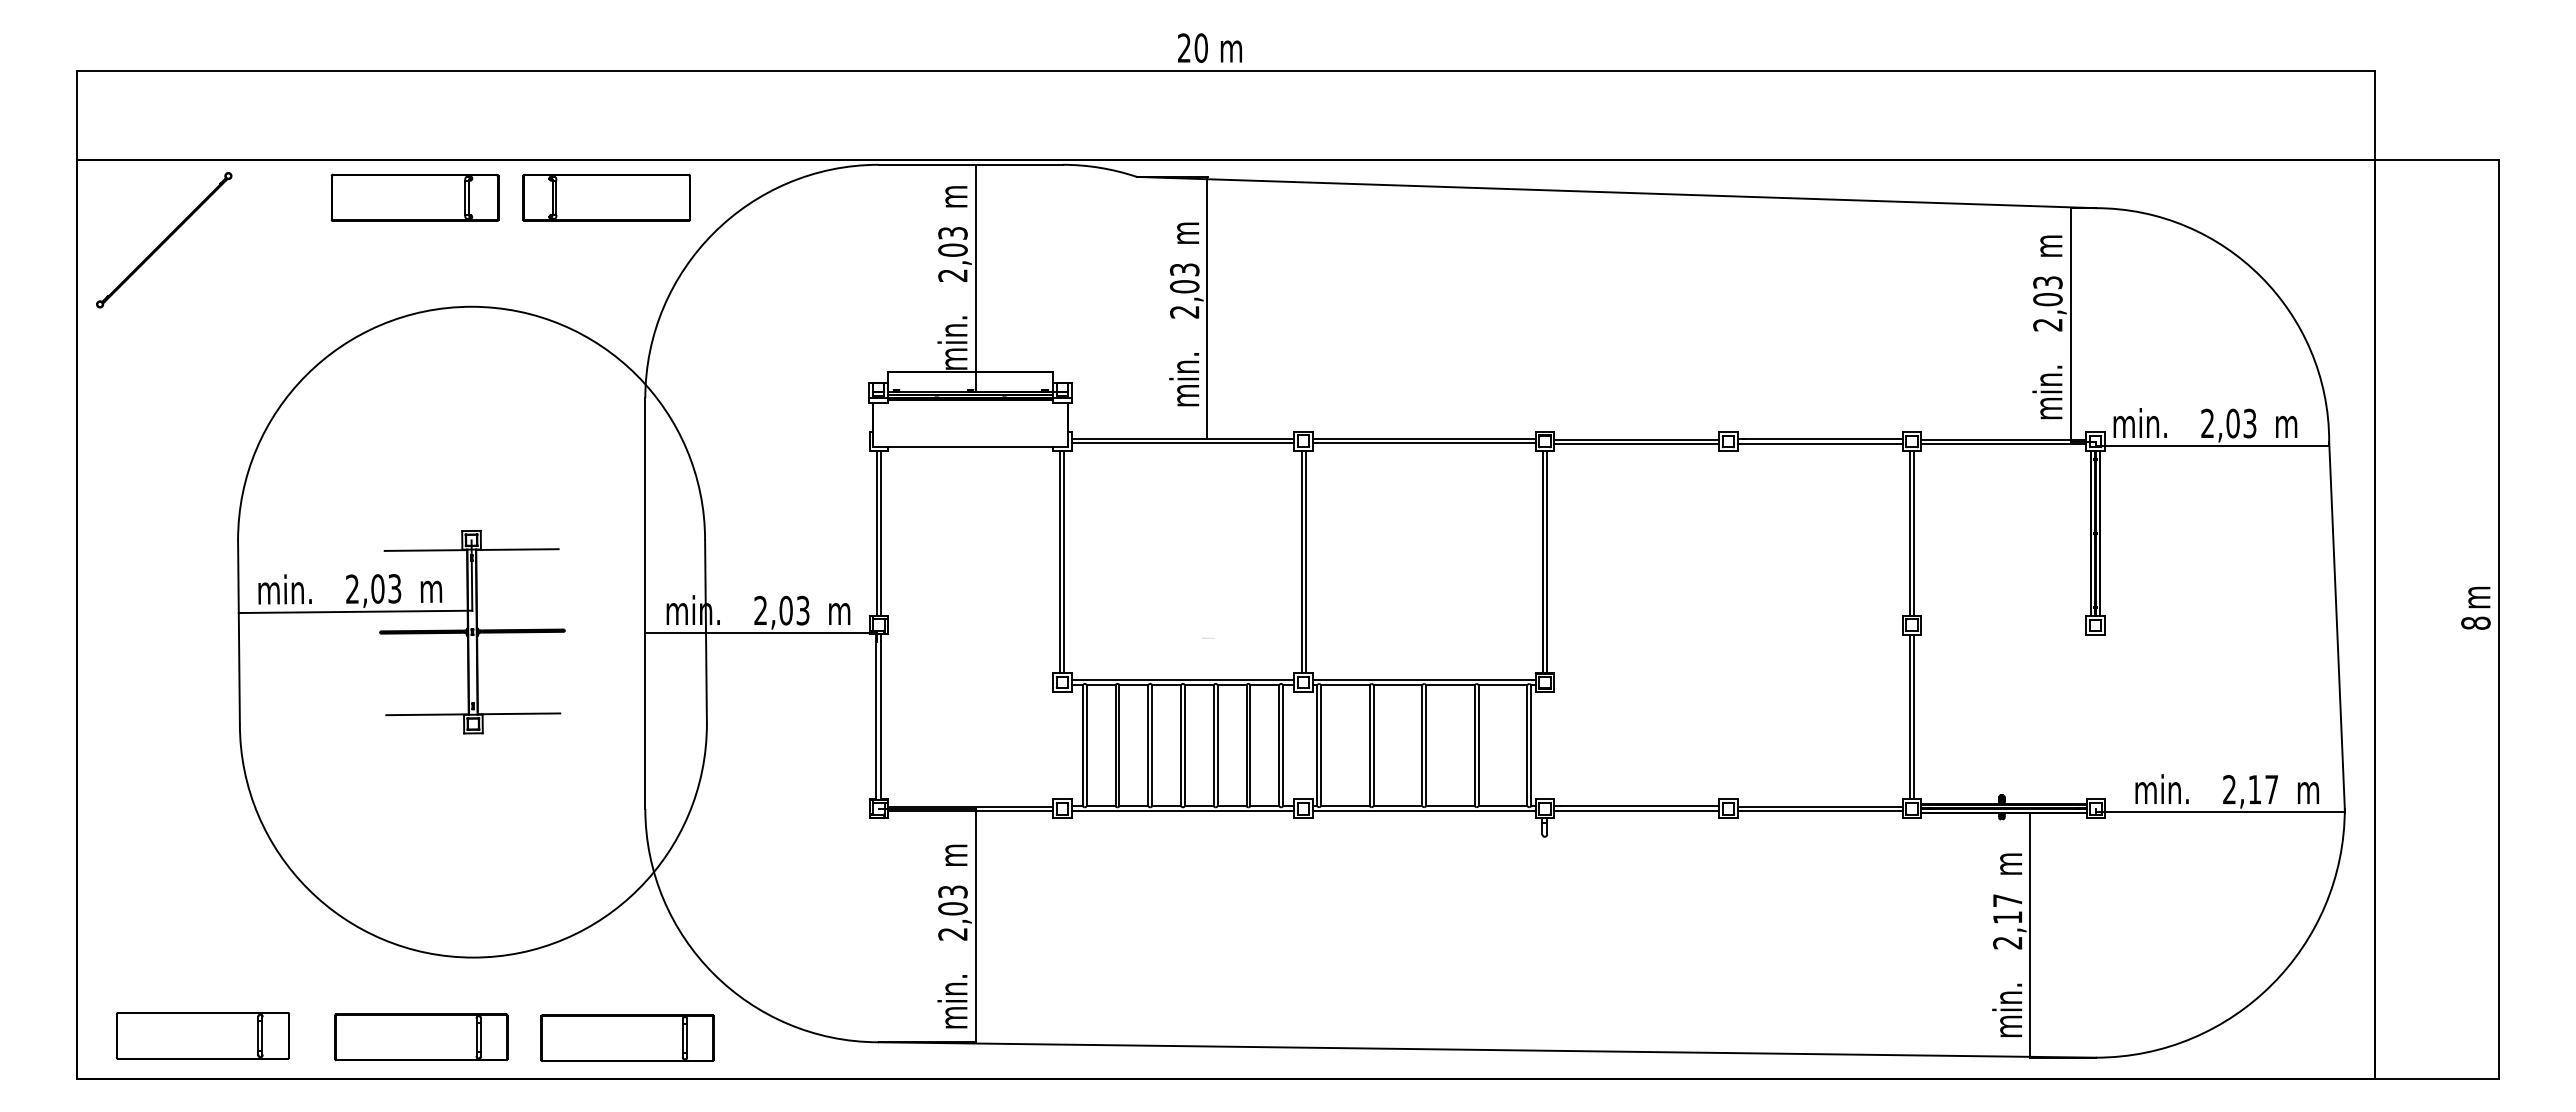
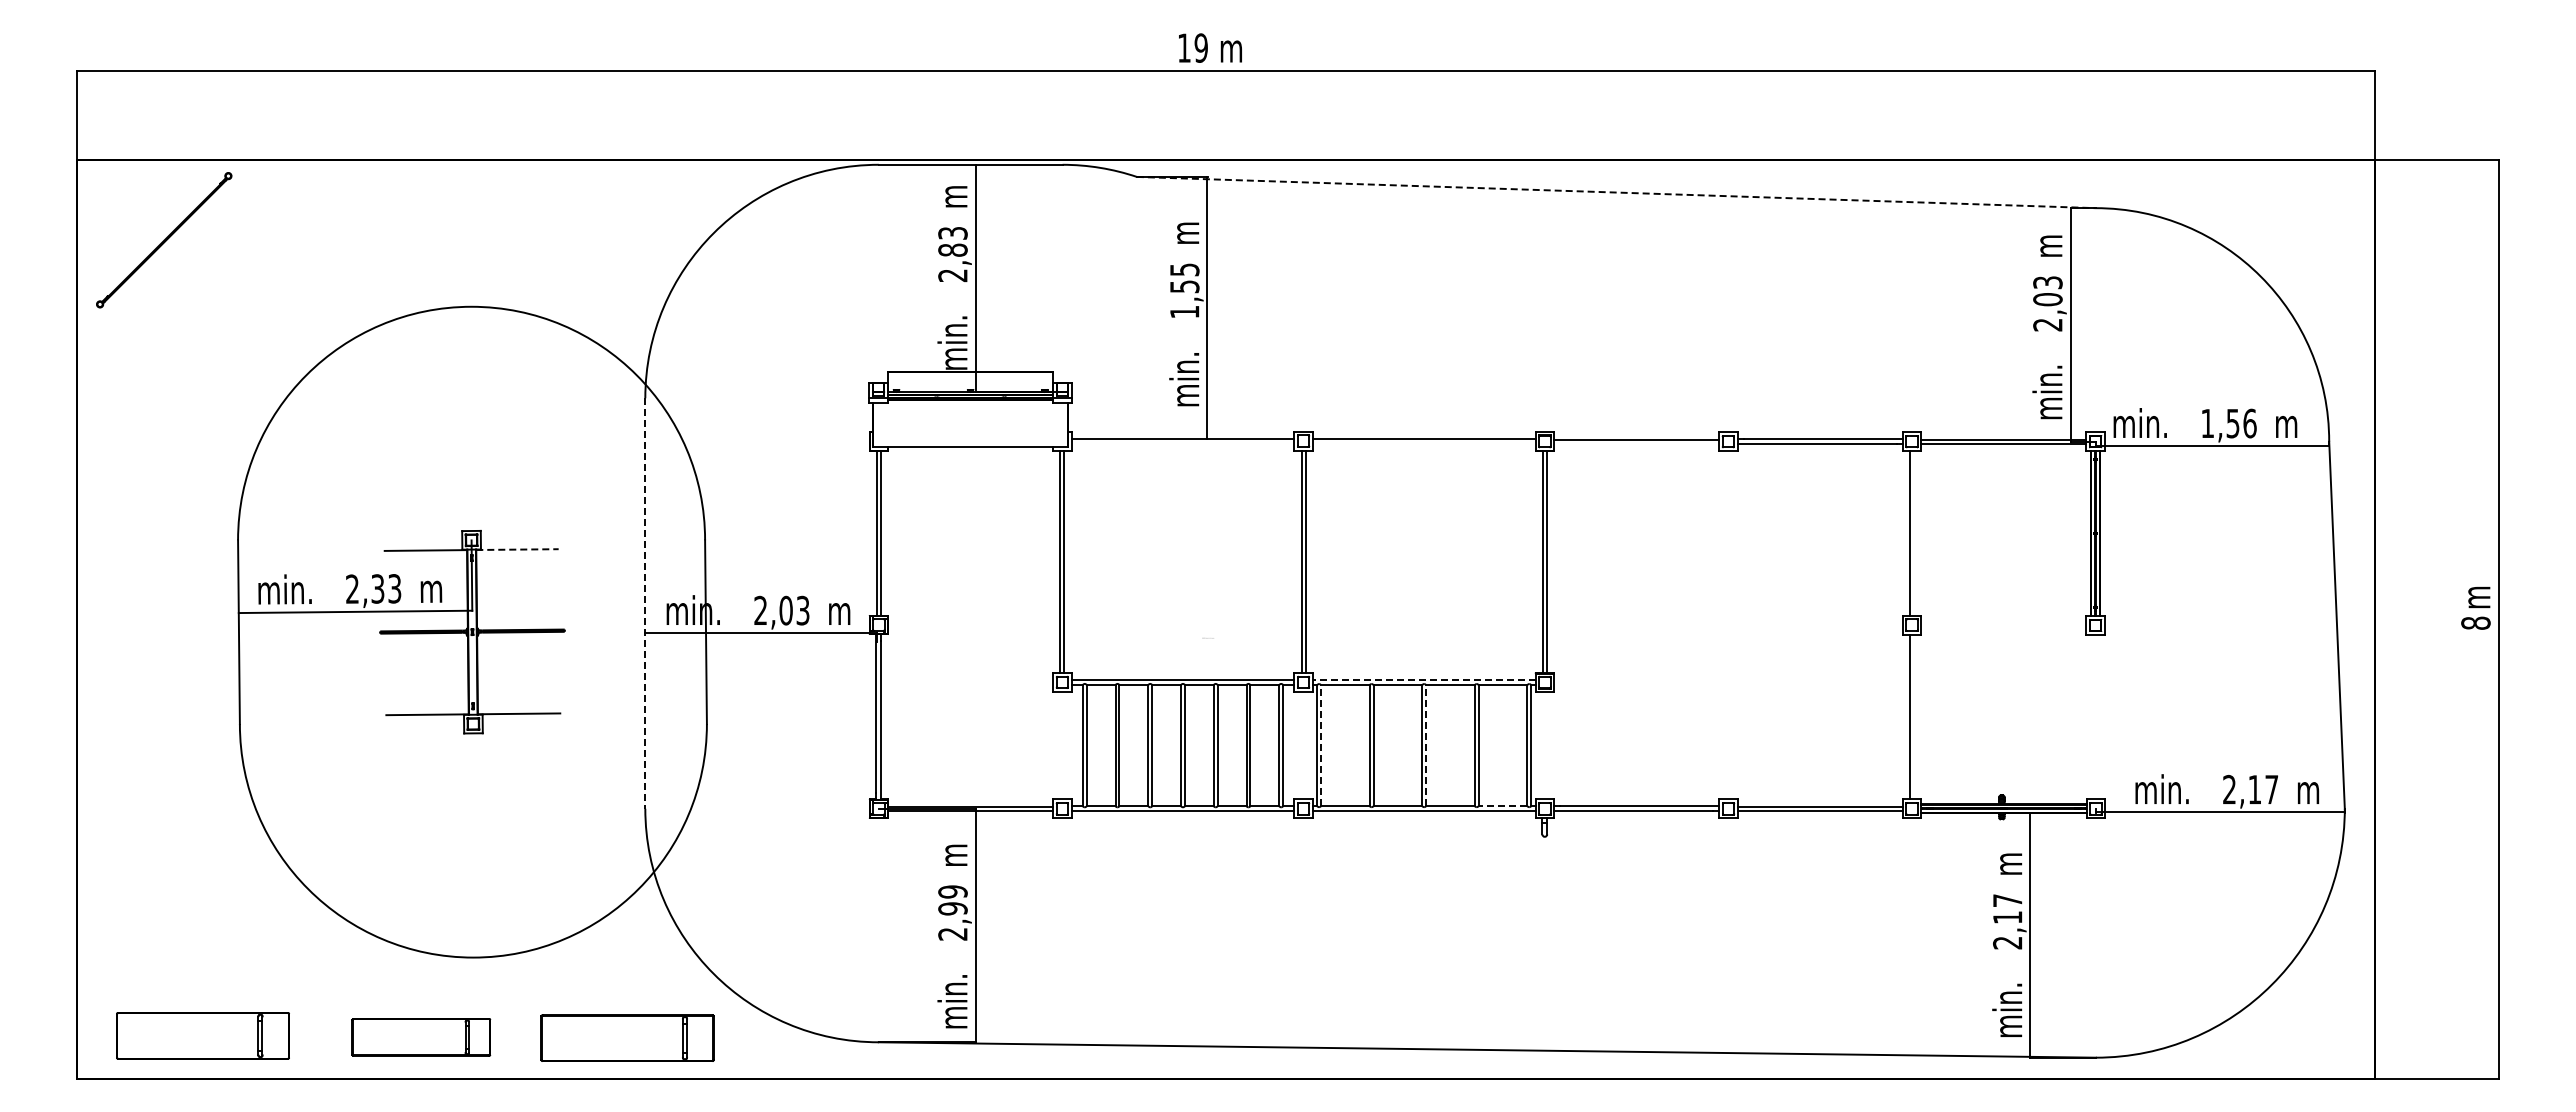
text at (1192, 47): 20 -> 19
line at (1616, 192): solid -> dashed
part at (414, 197): present -> none
part at (606, 197): present -> none
text at (952, 249): 2,03 -> 2,83
text at (1184, 290): 2,03 -> 1,55
text at (2228, 423): 2,03 -> 1,56
line at (1182, 443): present -> none
line at (1423, 443): present -> none
line at (1636, 443): present -> none
line at (1914, 532): present -> none
line at (517, 549): solid -> dashed
text at (377, 588): 2,03 -> 2,33
line at (645, 604): solid -> dashed
line at (1423, 679): solid -> dashed
line at (1914, 716): present -> none
line at (1321, 745): solid -> dashed
line at (1426, 745): solid -> dashed
line at (1502, 806): solid -> dashed
text at (952, 900): 2,03 -> 2,99
part at (421, 1037) size: 175x49 px -> 141x39 px
